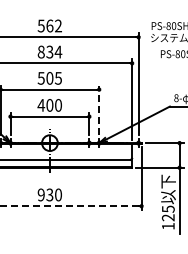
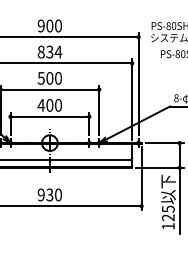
text at (49, 25): 562 -> 900
text at (57, 77): 505 -> 500
line at (99, 110): dashed -> solid
line at (69, 206): dashed -> solid
